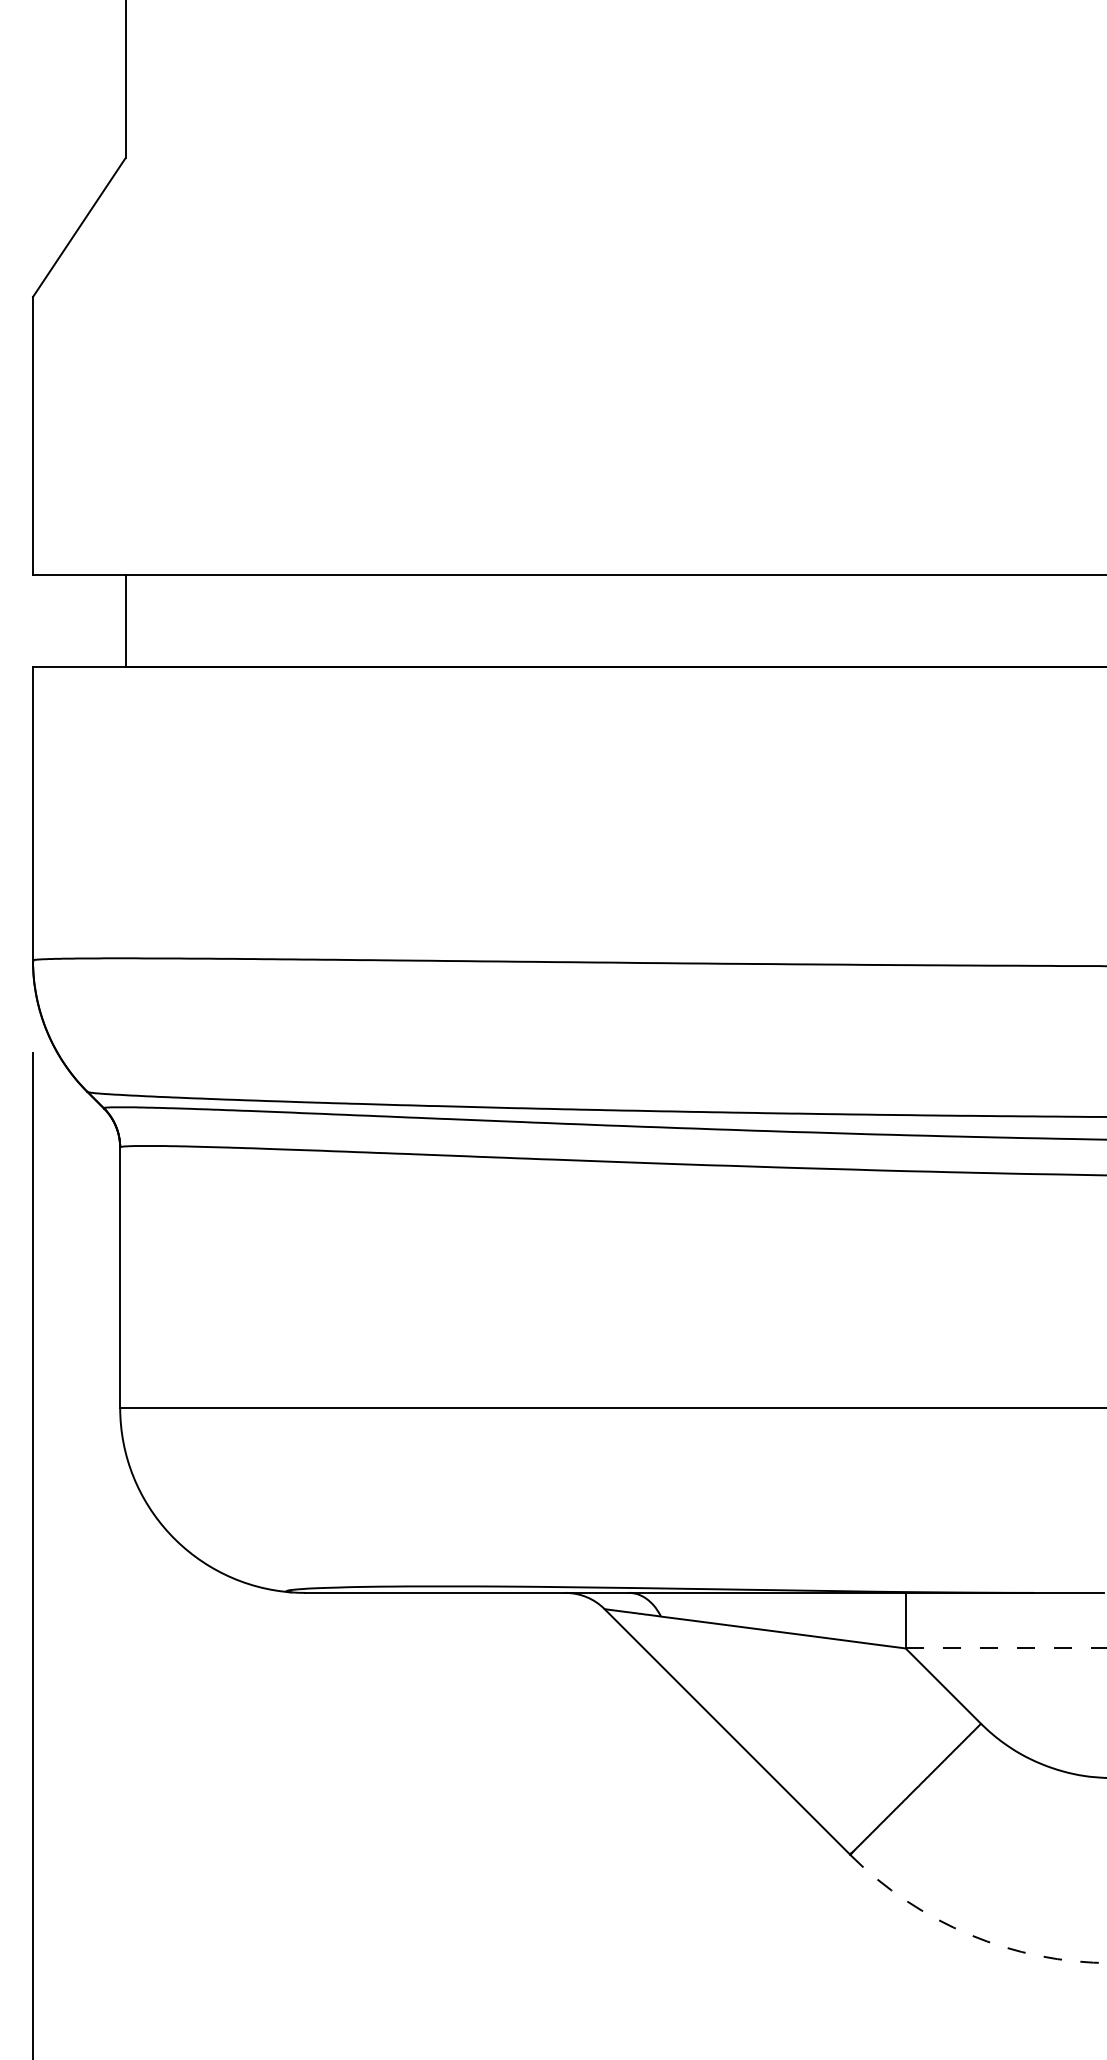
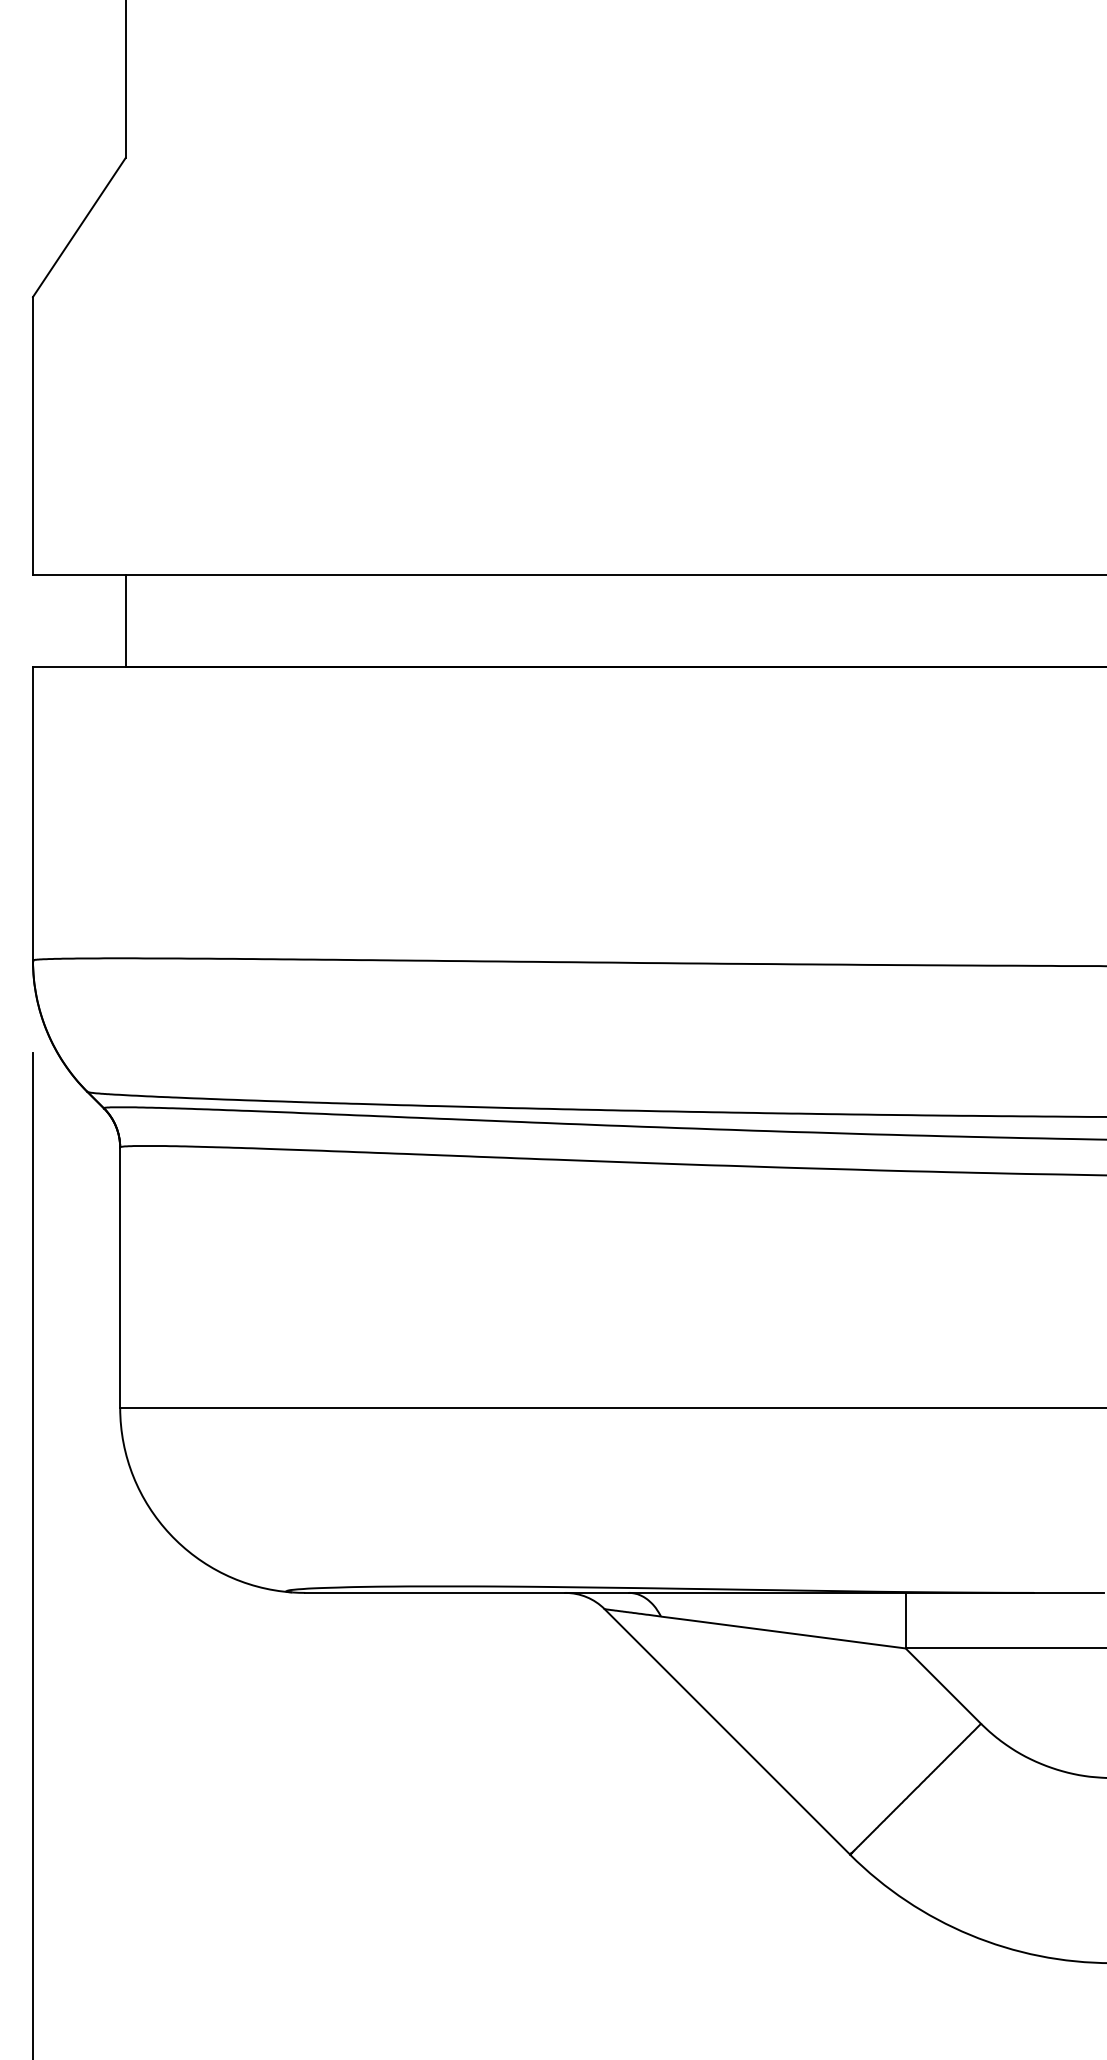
line at (1006, 1648): dashed -> solid
arc at (968, 1934): dashed -> solid
